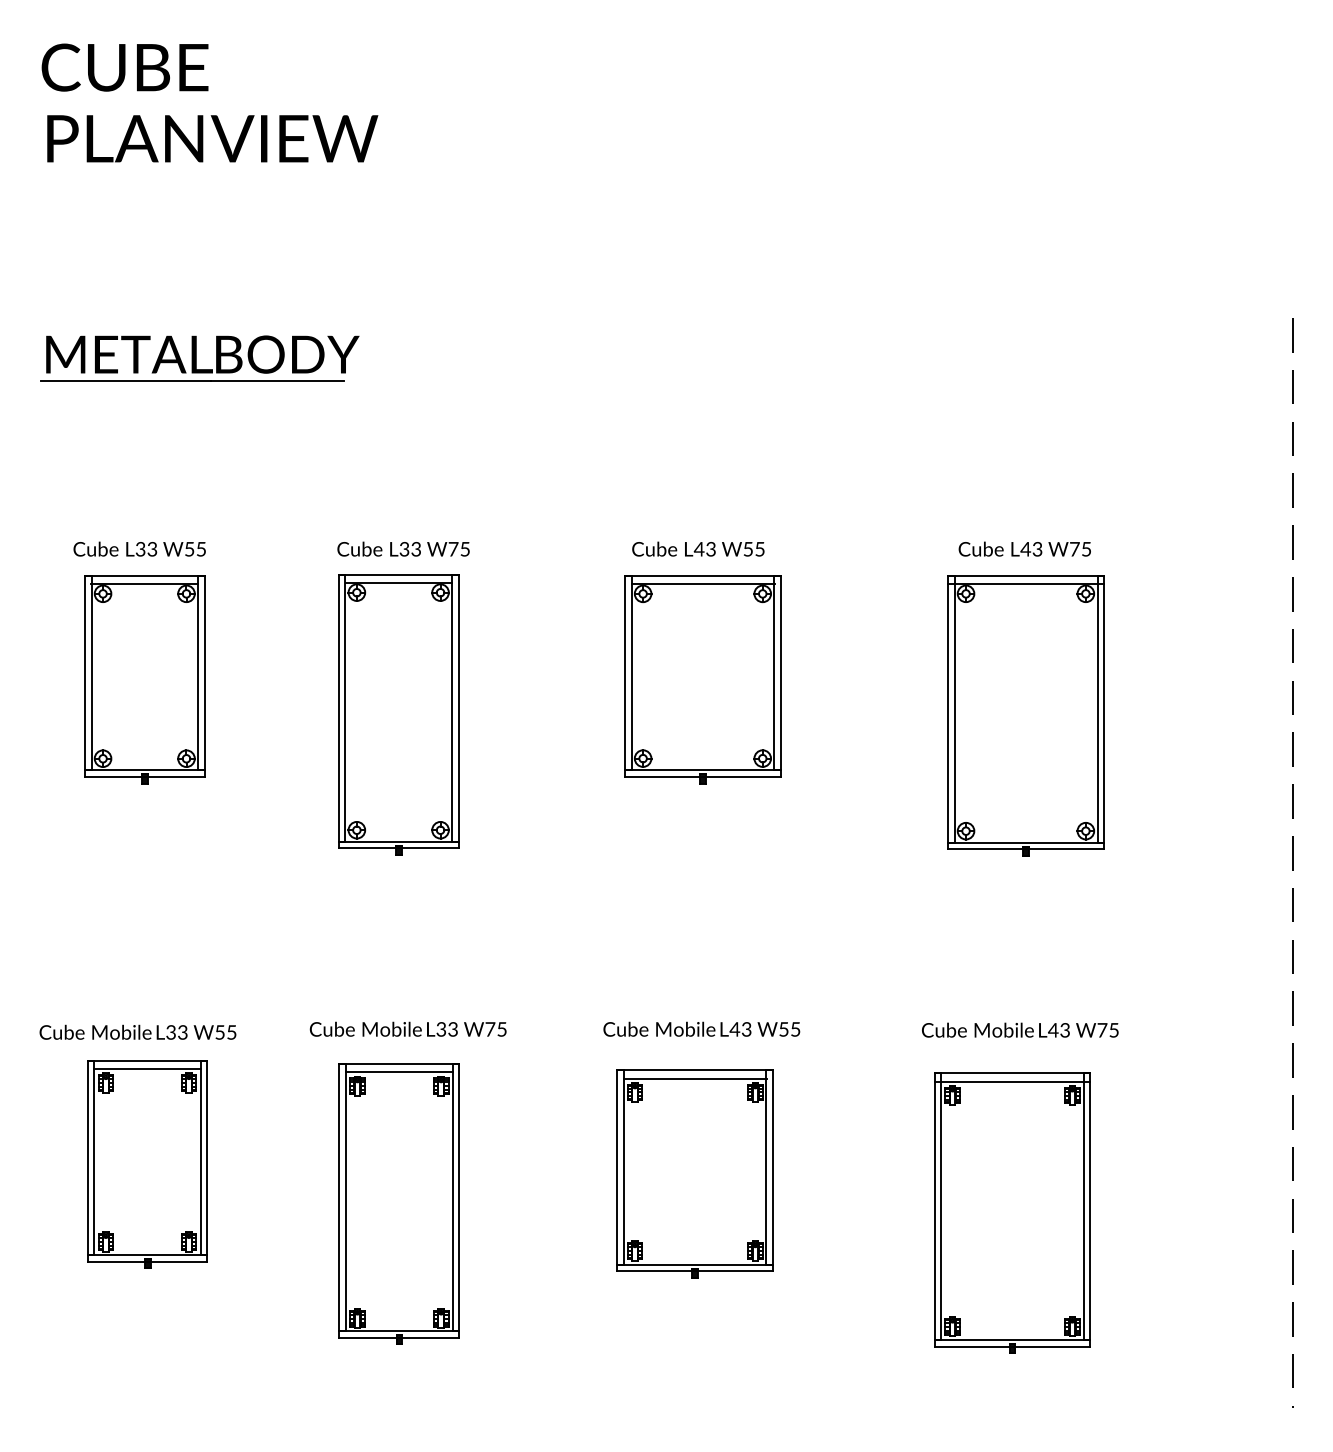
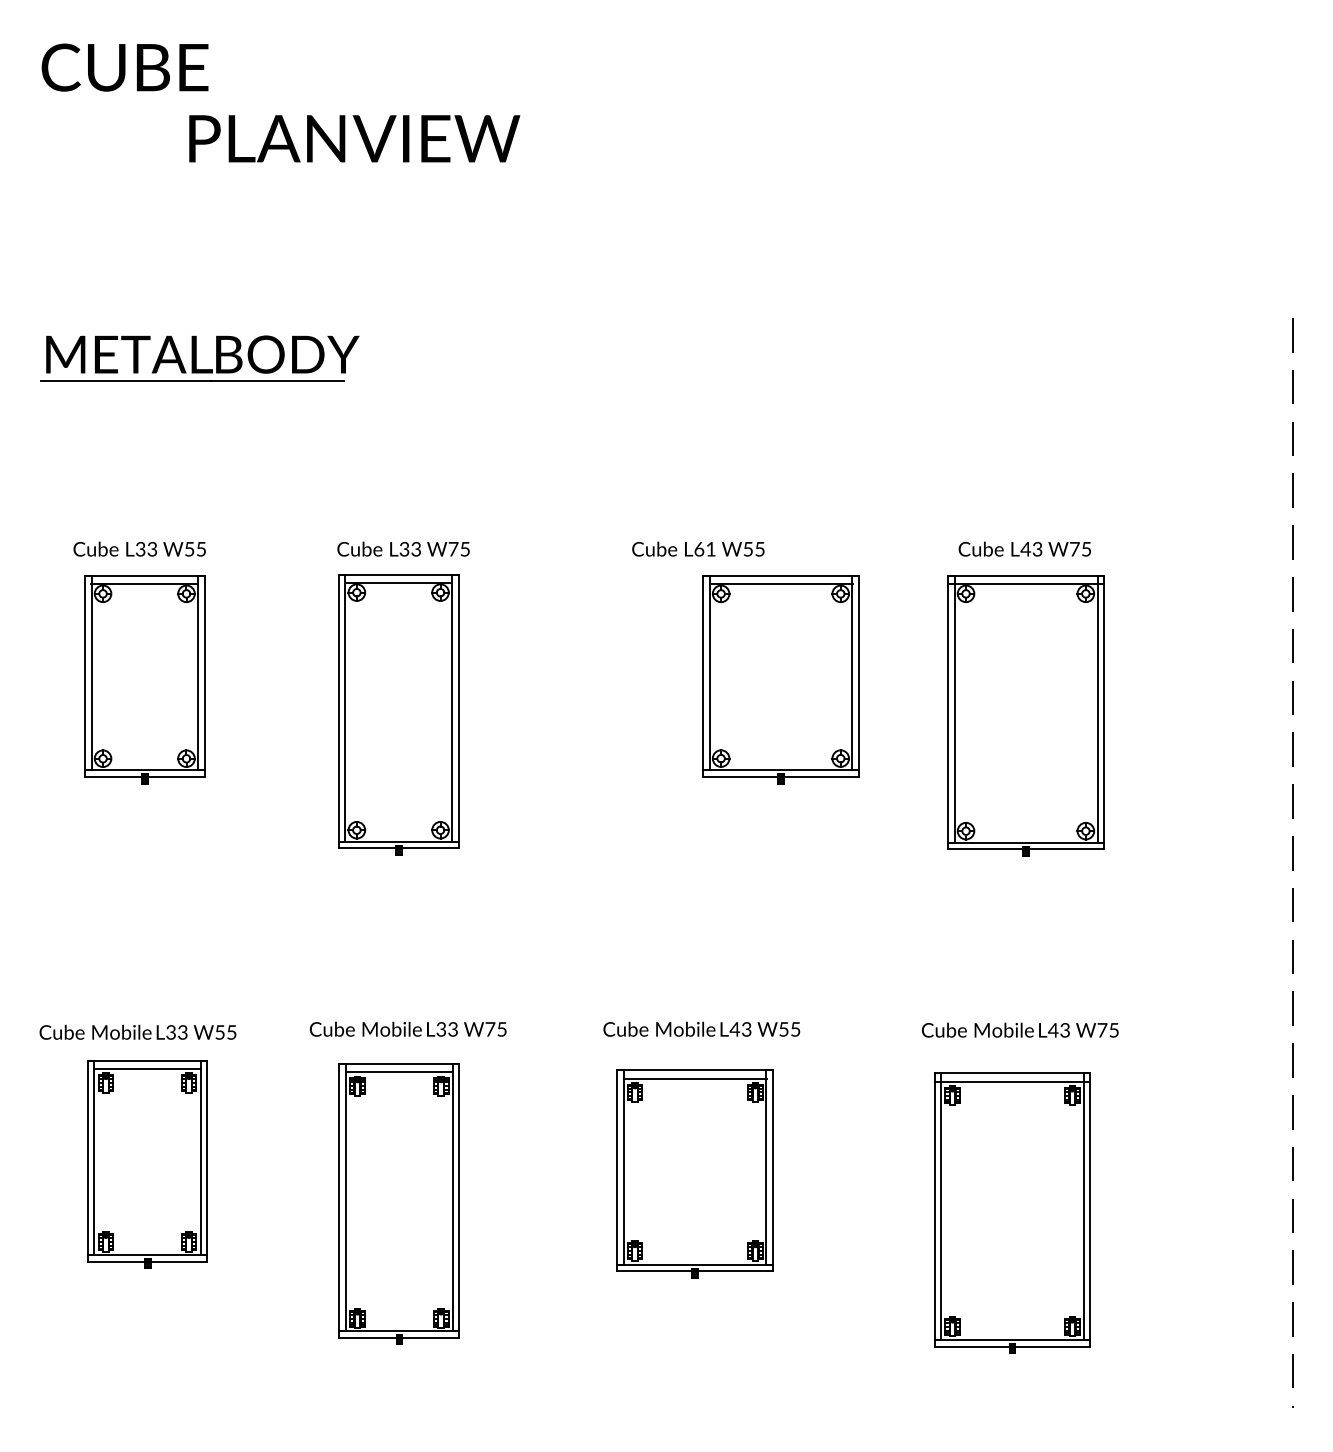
text at (212, 138) position: (212, 138) -> (354, 138)
text at (704, 549): L43 -> L61
part at (702, 679) position: (702, 679) -> (780, 679)
